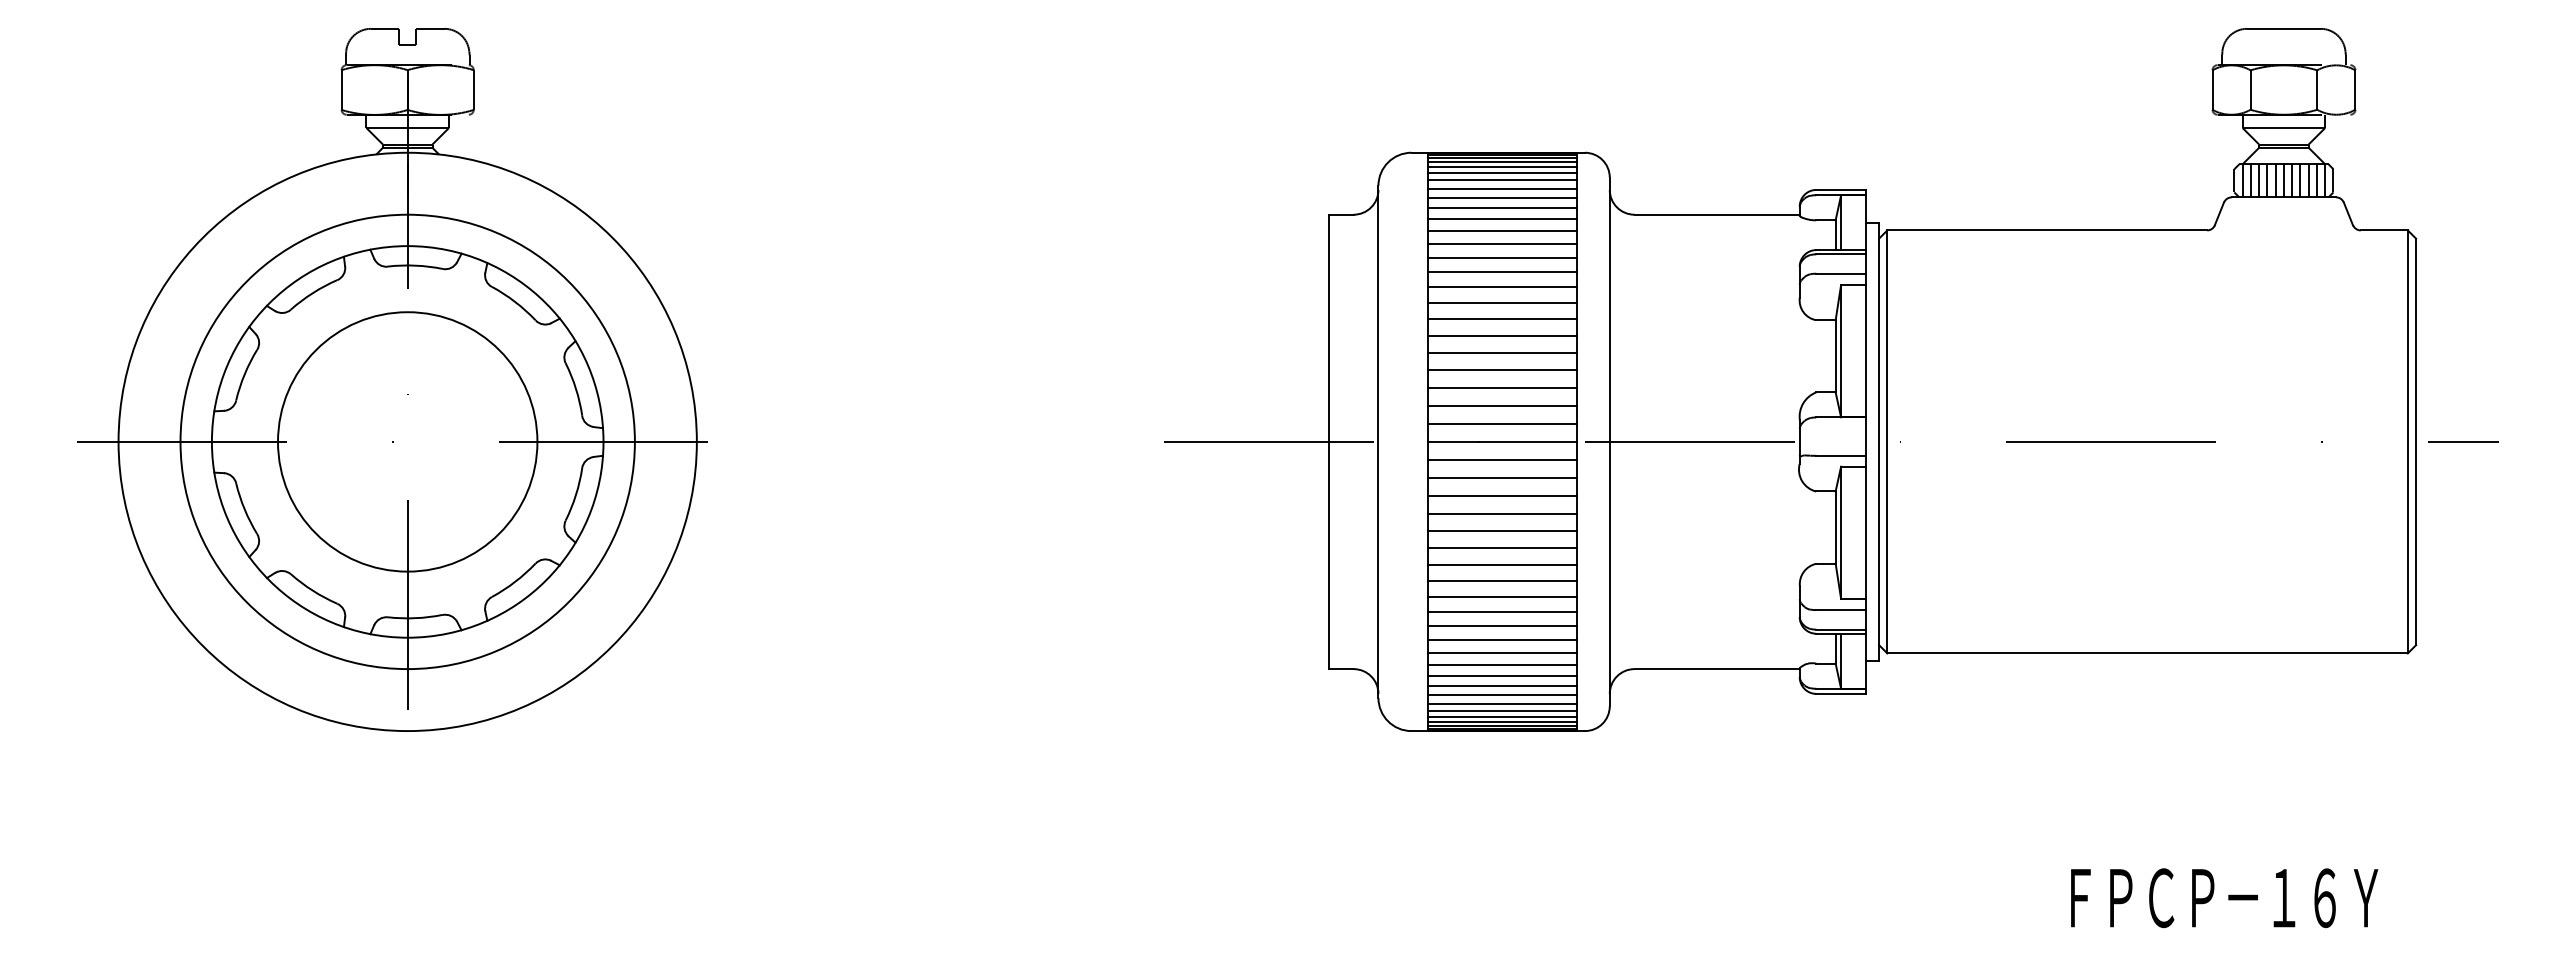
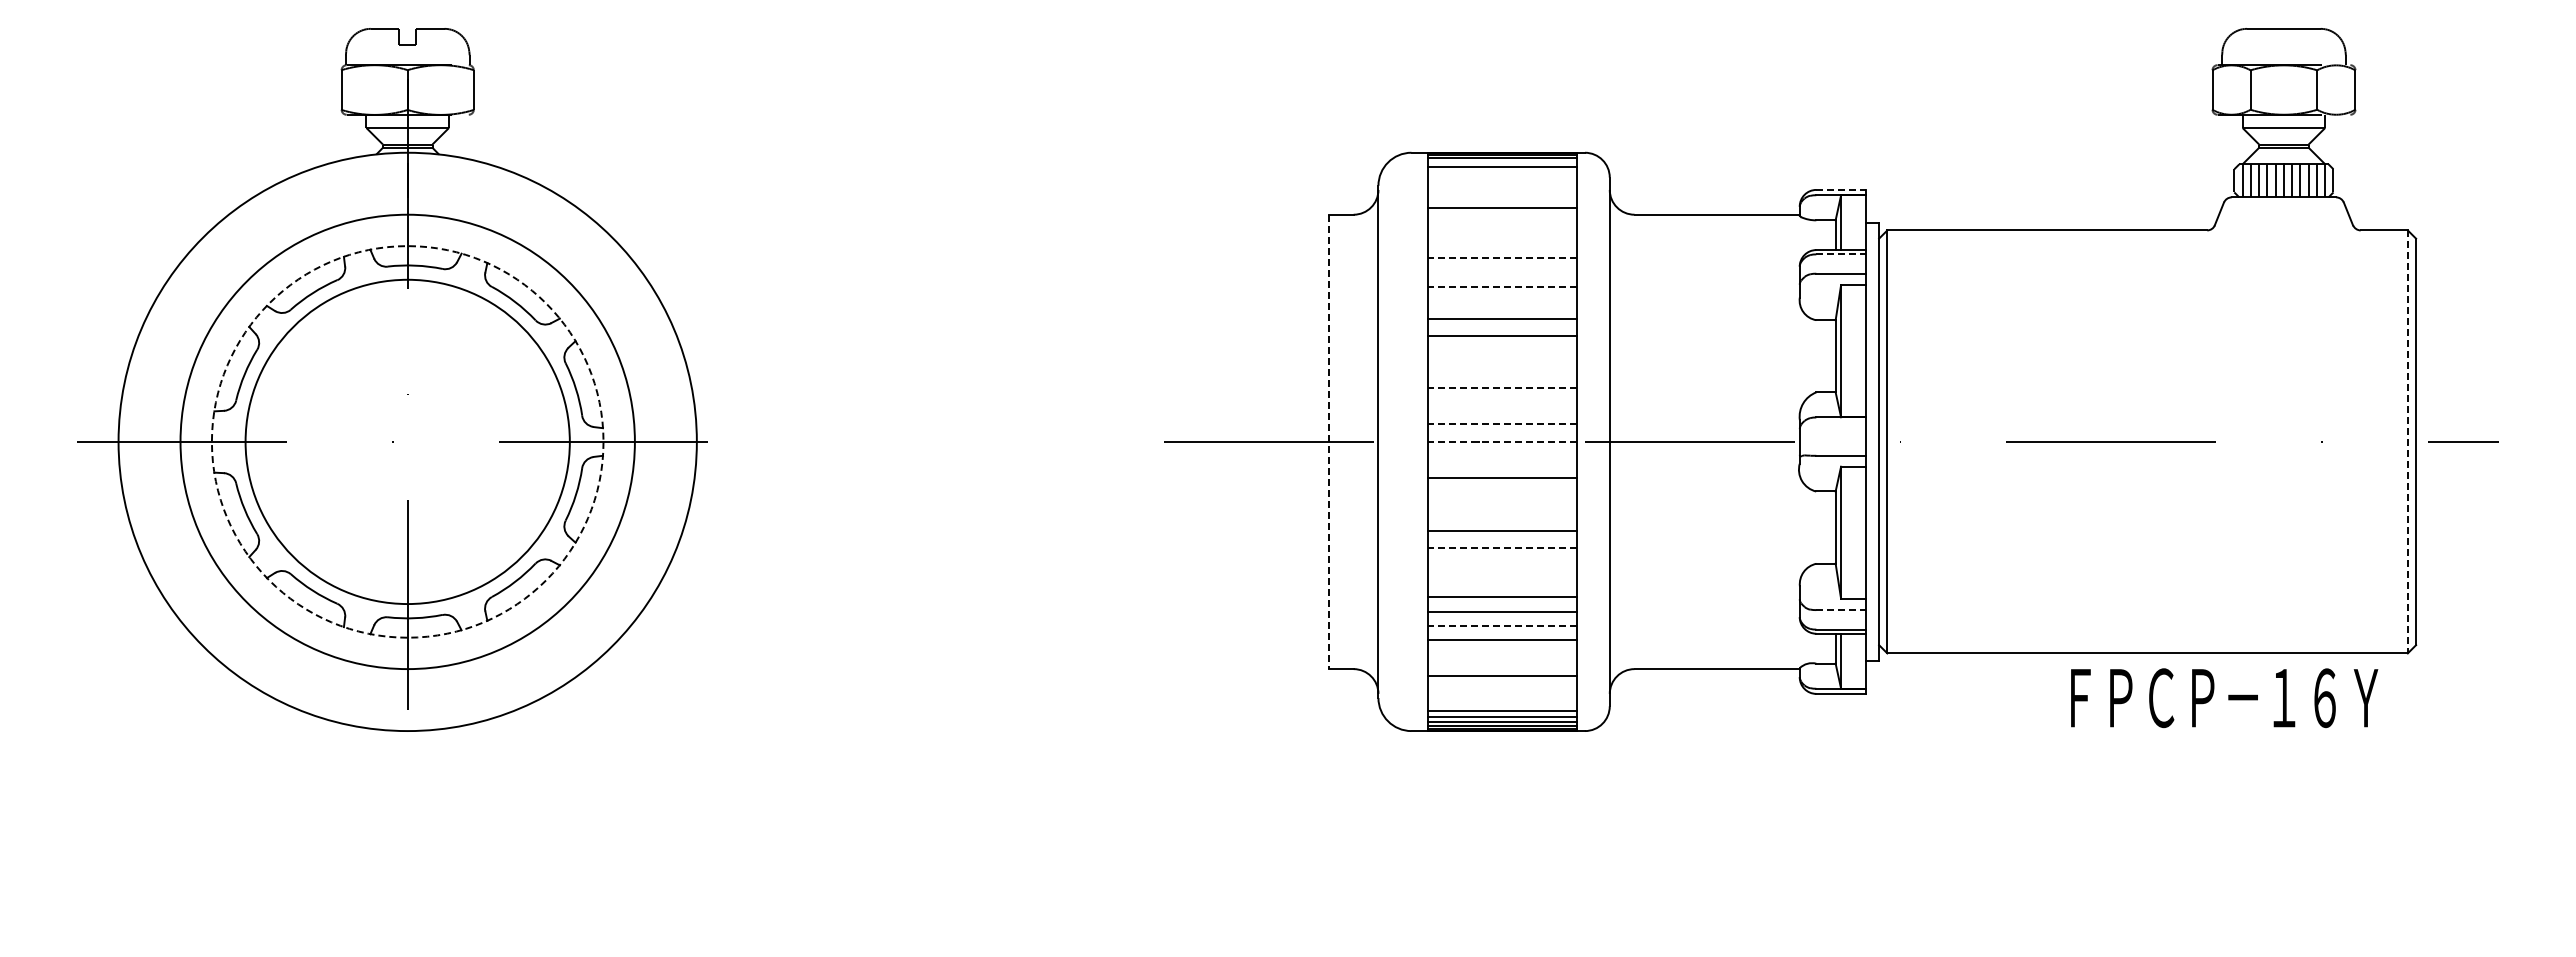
line at (1502, 161): present -> none
line at (1502, 173): present -> none
line at (1502, 180): present -> none
line at (1502, 188): present -> none
line at (1841, 189): solid -> dashed
line at (1502, 197): present -> none
line at (1502, 219): present -> none
line at (1502, 231): present -> none
line at (1502, 244): present -> none
line at (1841, 254): solid -> dashed
line at (1501, 257): solid -> dashed
line at (1502, 272): present -> none
line at (1501, 287): solid -> dashed
line at (1502, 302): present -> none
line at (1502, 352): present -> none
line at (1502, 370): present -> none
line at (1501, 387): solid -> dashed
line at (1502, 405): present -> none
line at (1501, 423): solid -> dashed
circle at (407, 441) diameter: 259 px -> 324 px
circle at (407, 441): solid -> dashed
line at (1501, 441): solid -> dashed
line at (1328, 442): solid -> dashed
line at (2407, 442): solid -> dashed
line at (1502, 460): present -> none
line at (1502, 496): present -> none
line at (1502, 513): present -> none
line at (1501, 548): solid -> dashed
line at (1502, 565): present -> none
line at (1502, 581): present -> none
line at (1841, 610): solid -> dashed
line at (1501, 626): solid -> dashed
line at (1502, 652): present -> none
line at (1502, 664): present -> none
line at (1502, 686): present -> none
line at (1502, 695): present -> none
line at (1502, 703): present -> none
text at (2224, 898) position: (2224, 898) -> (2224, 698)
